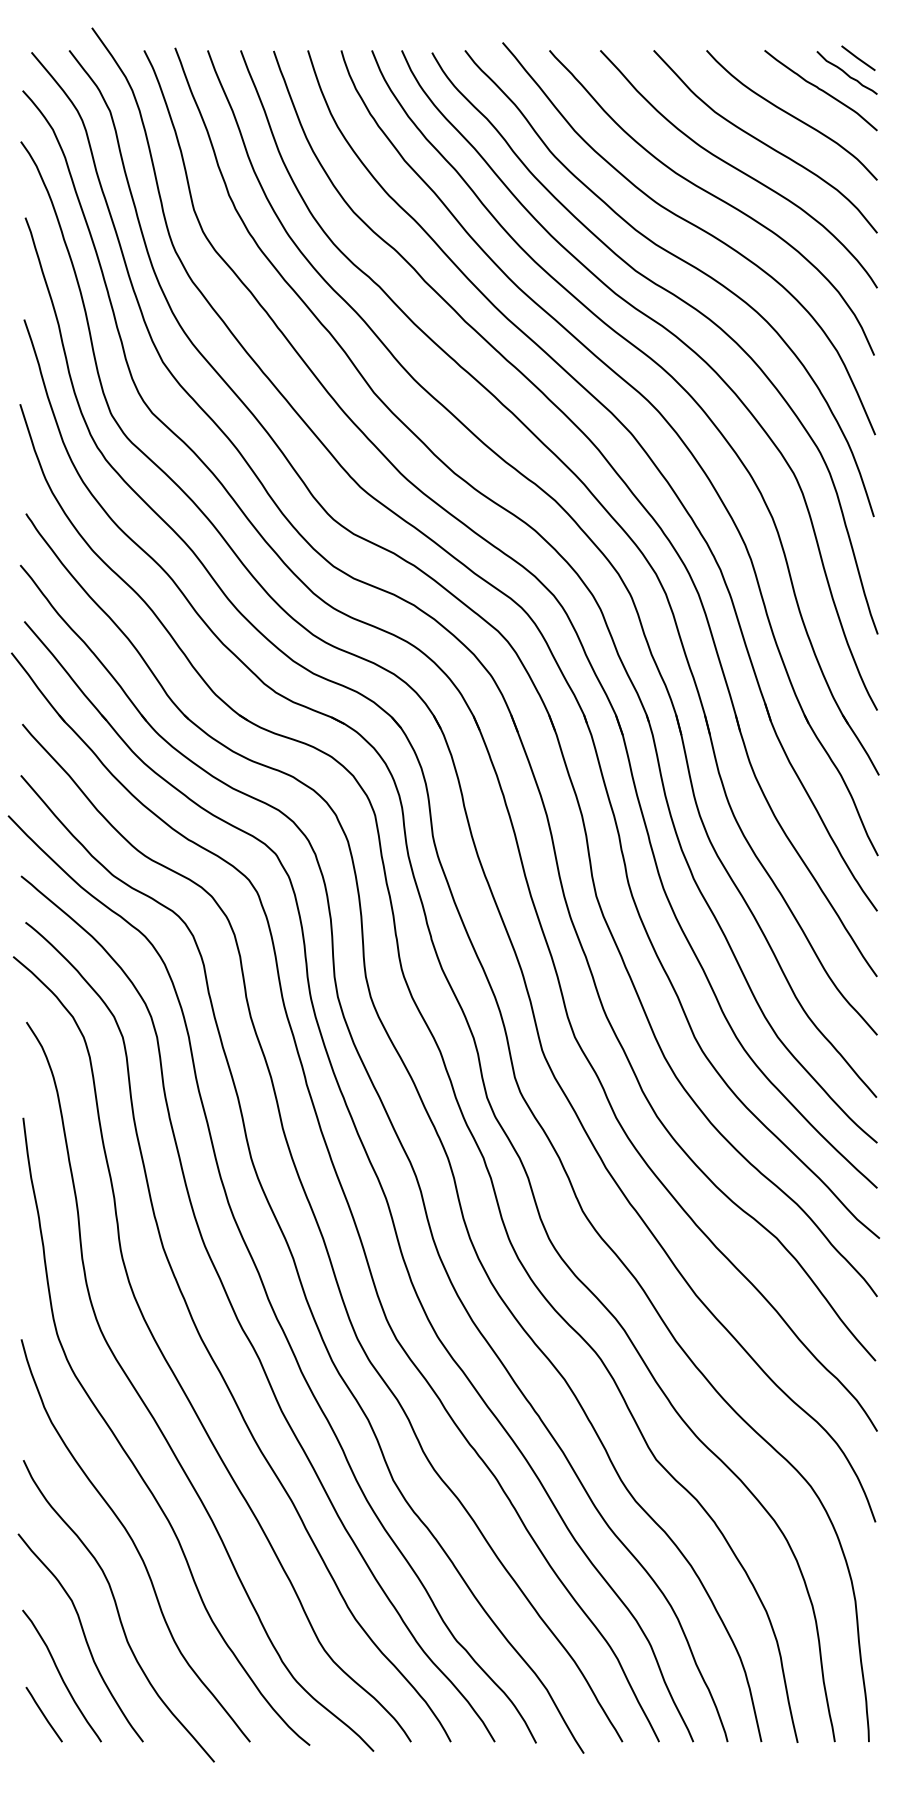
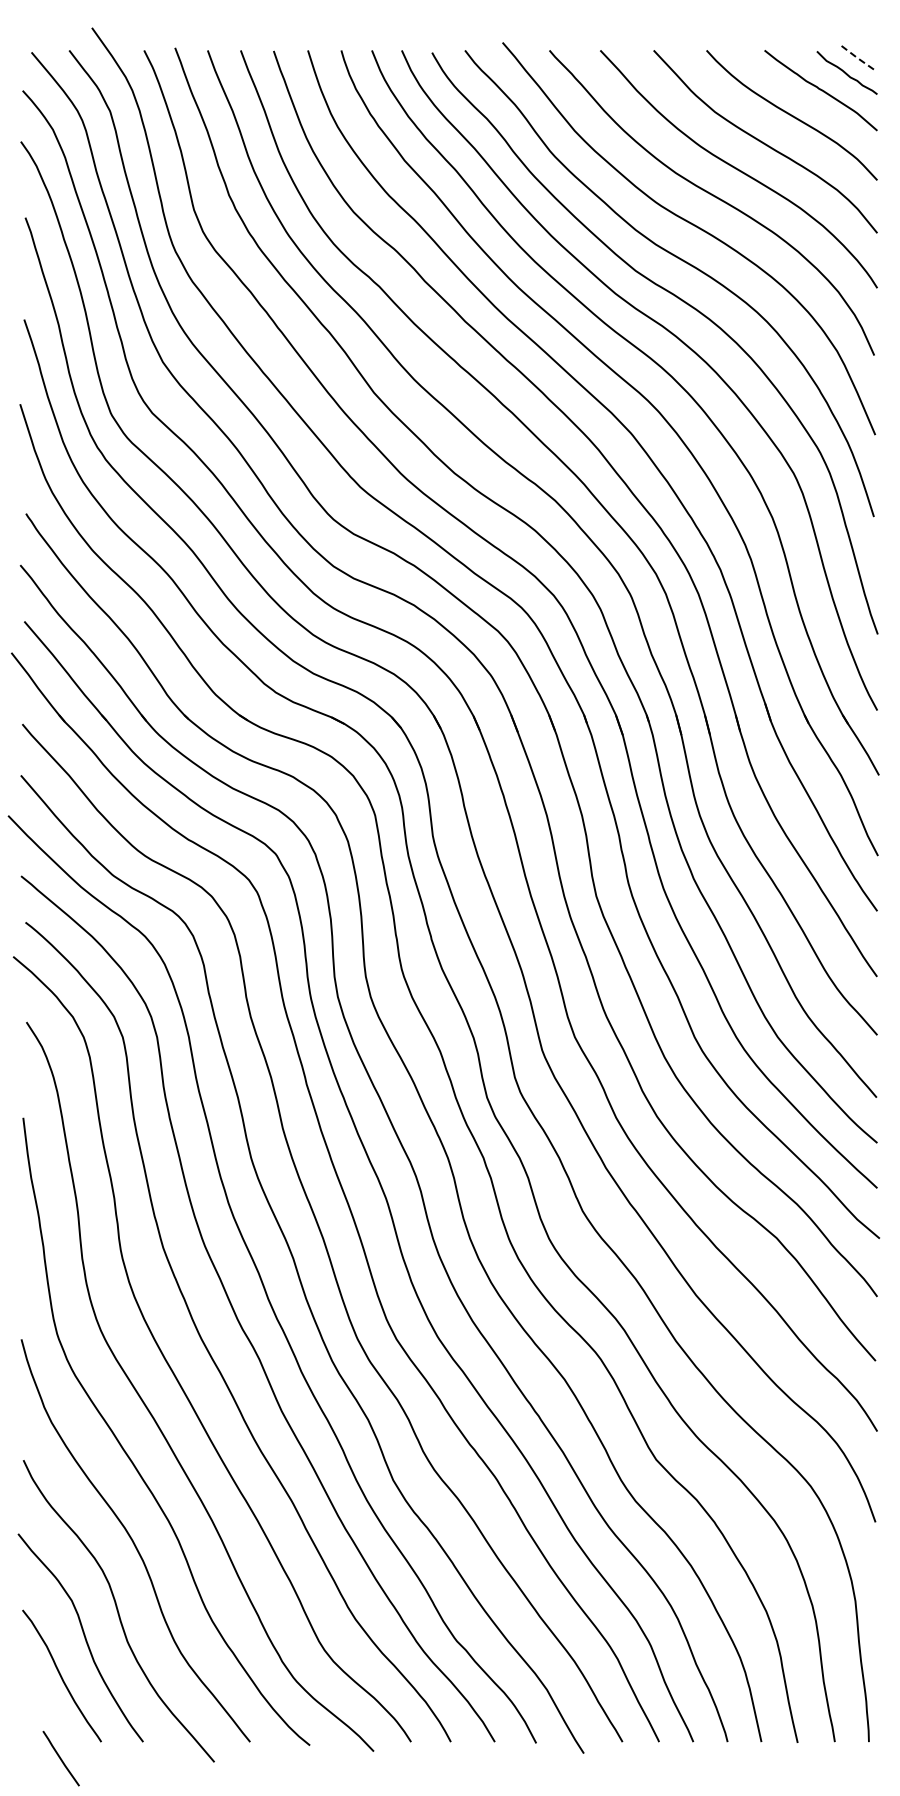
line at (858, 58): solid -> dashed
line at (43, 1714) position: (43, 1714) -> (60, 1758)
